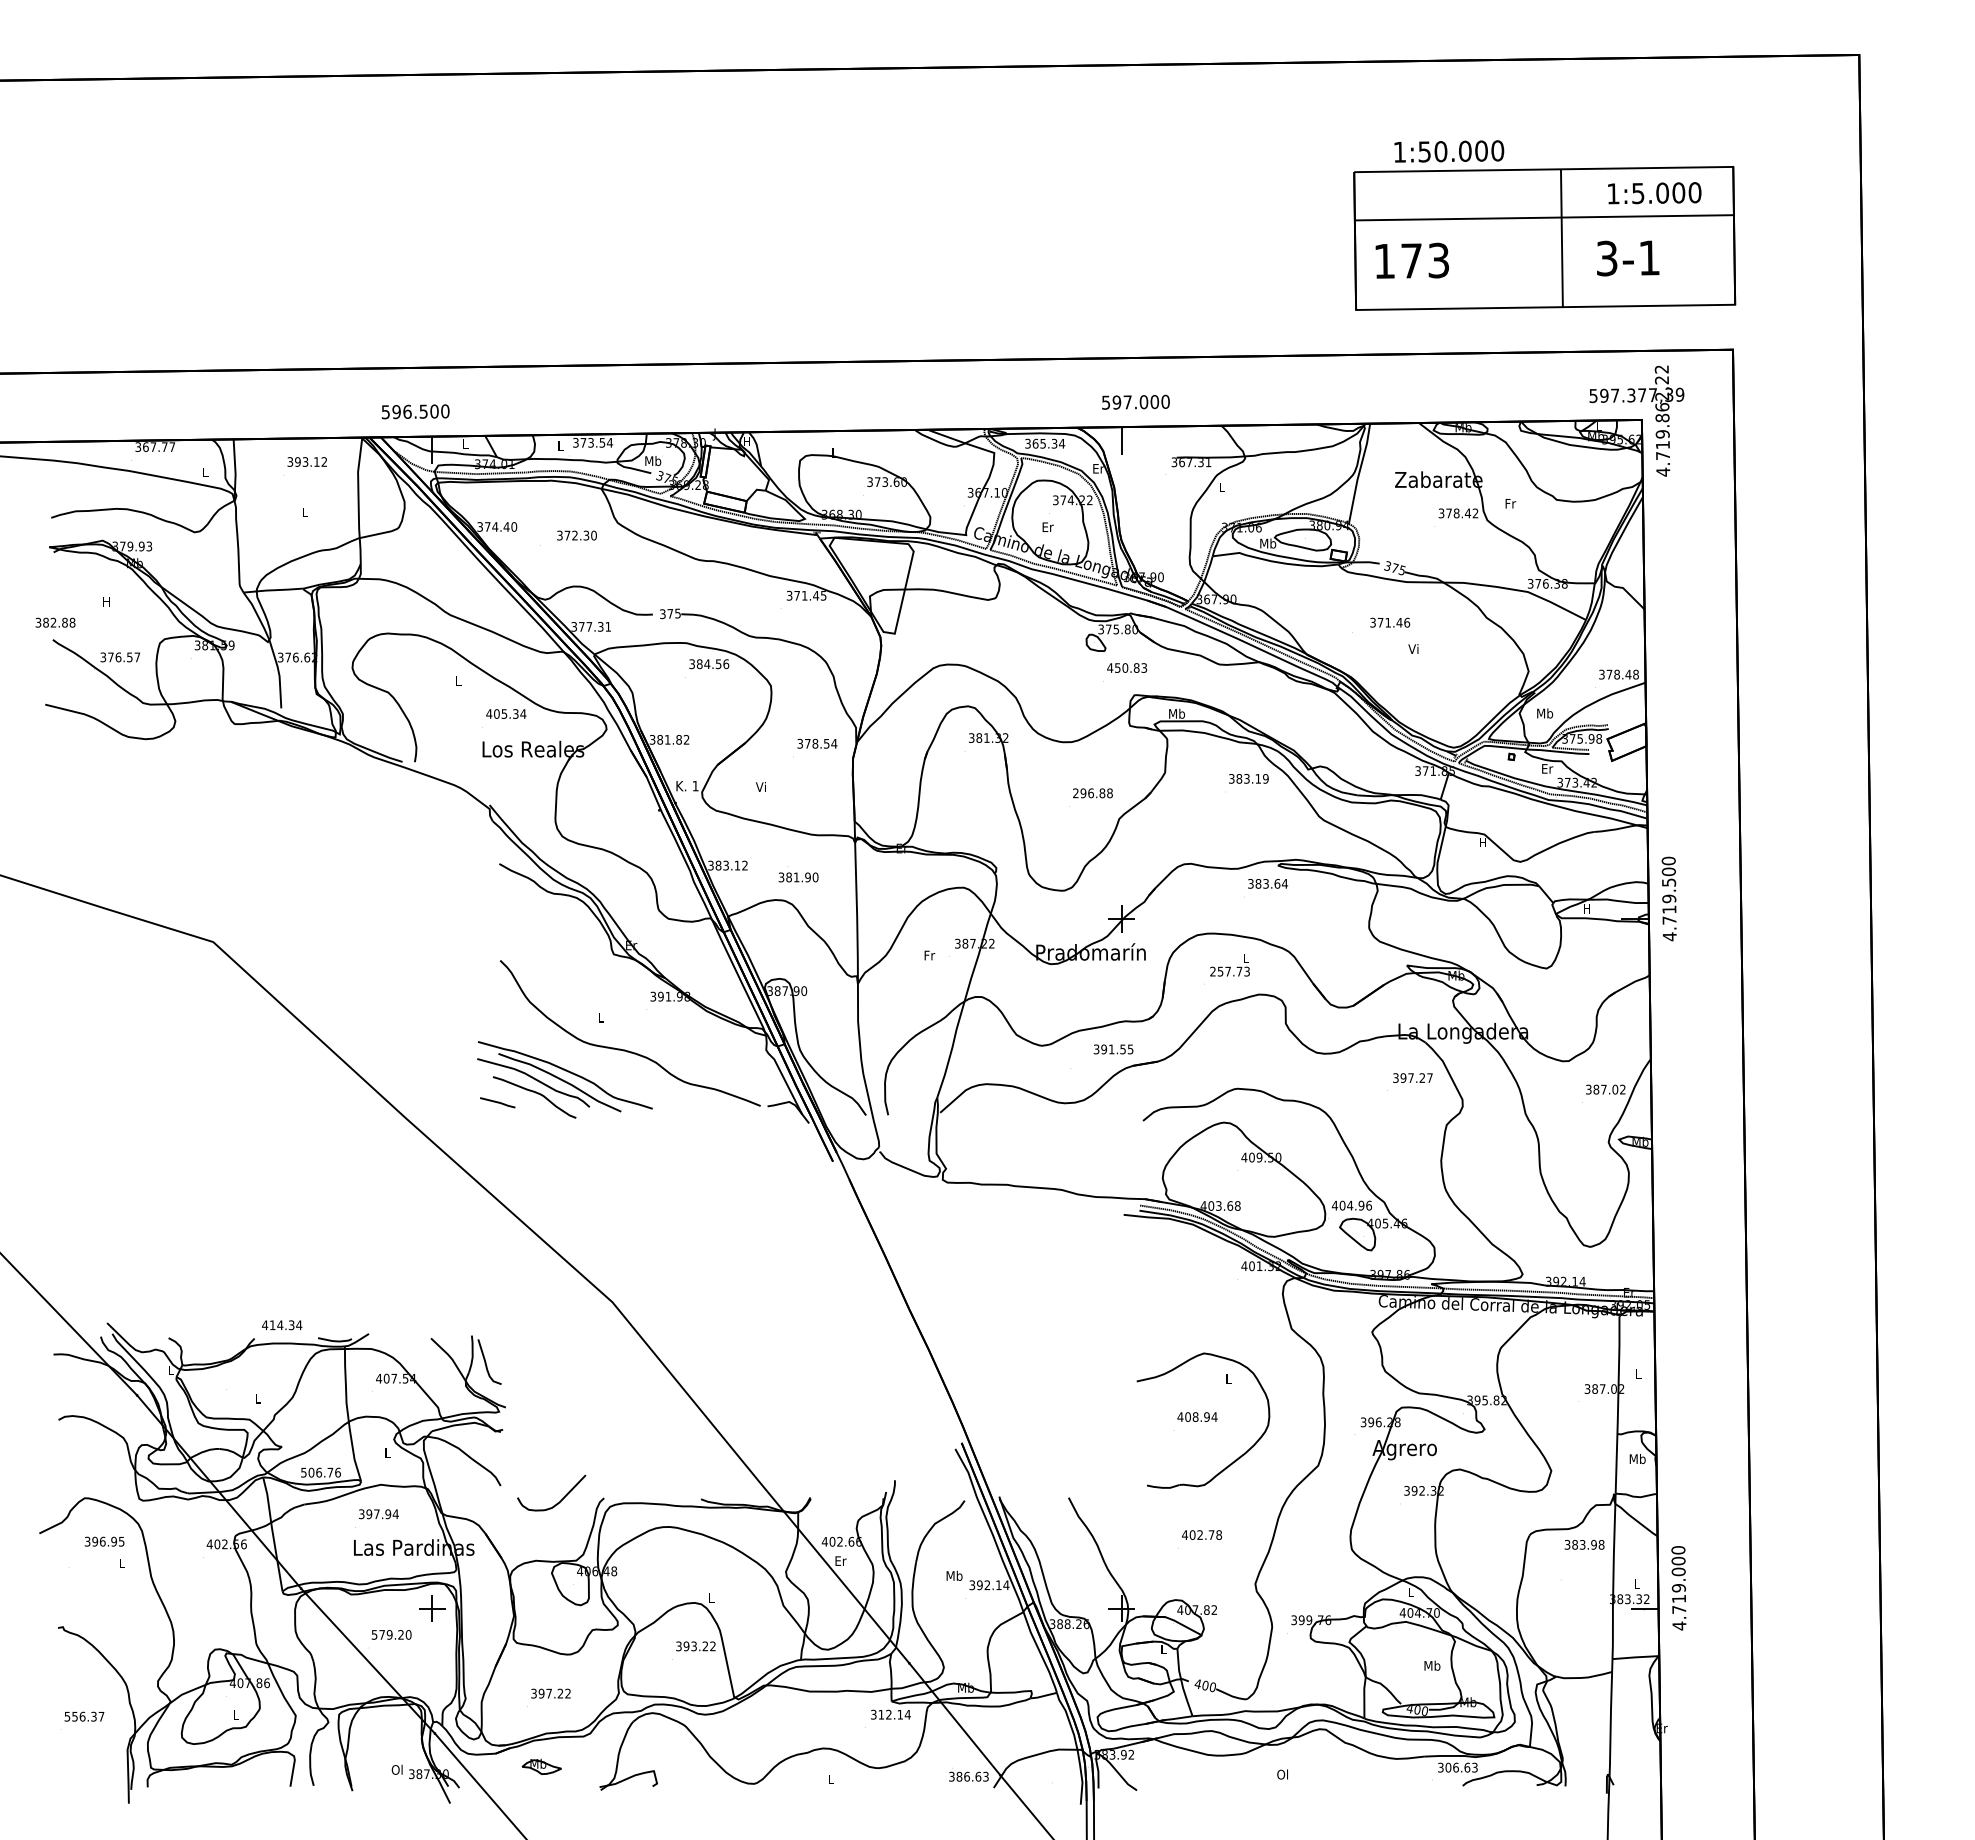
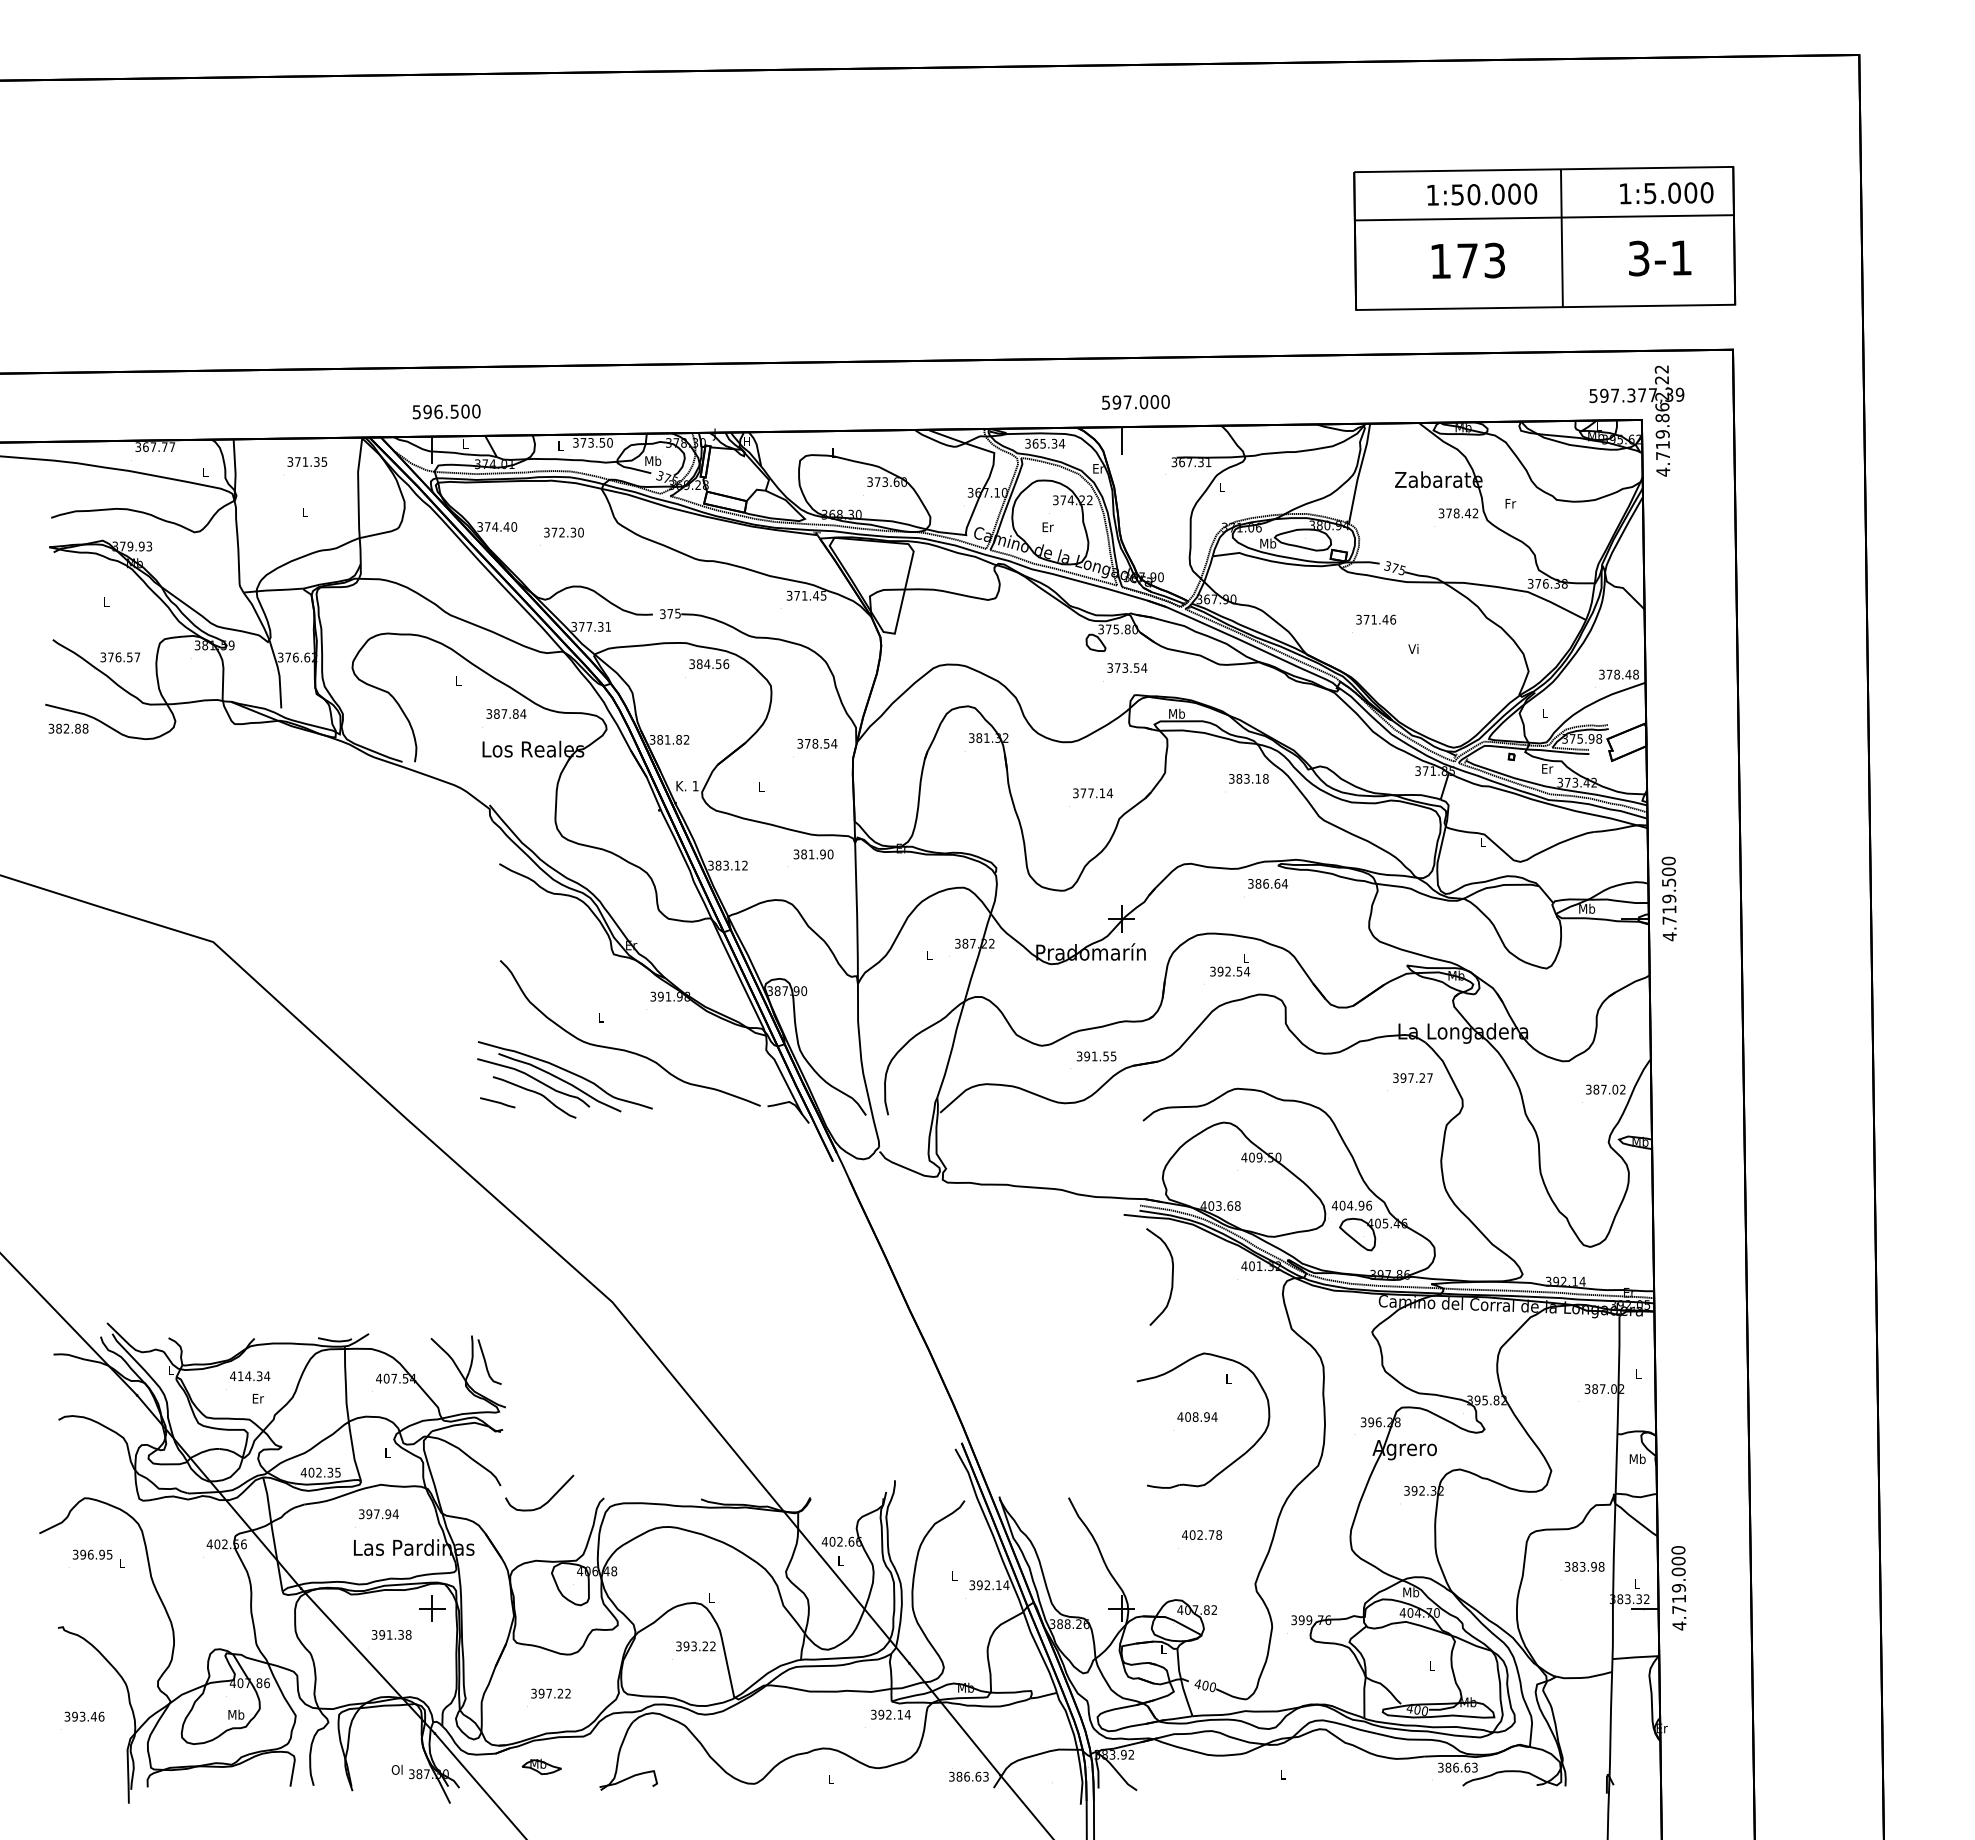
text at (1449, 151) position: (1449, 151) -> (1482, 194)
text at (1654, 193) position: (1654, 193) -> (1666, 193)
text at (1628, 258) position: (1628, 258) -> (1660, 258)
text at (1411, 260) position: (1411, 260) -> (1467, 260)
text at (415, 411) position: (415, 411) -> (446, 411)
text at (609, 442): 373.54 -> 373.50
text at (311, 461): 393.12 -> 371.35
text at (576, 535) position: (576, 535) -> (563, 532)
text at (106, 601): H -> L
text at (55, 622) position: (55, 622) -> (68, 728)
text at (1390, 622) position: (1390, 622) -> (1376, 619)
text at (1127, 667): 450.83 -> 373.54
text at (502, 713): 405.34 -> 387.84
text at (1545, 713): Mb -> L
text at (1265, 778): 383.19 -> 383.18
text at (760, 786): Vi -> L
text at (1093, 793): 296.88 -> 377.14
text at (1482, 842): H -> L
text at (798, 877) position: (798, 877) -> (813, 854)
text at (1266, 883): 383.64 -> 386.64
text at (1587, 908): H -> Mb
text at (929, 955): Fr -> L
text at (1230, 971): 257.73 -> 392.54
text at (1113, 1049) position: (1113, 1049) -> (1096, 1056)
curve at (1171, 1276): none -> present
text at (282, 1325) position: (282, 1325) -> (250, 1376)
text at (257, 1398): L -> Er
text at (320, 1472): 506.76 -> 402.35
curve at (557, 1502) position: (557, 1502) -> (545, 1502)
text at (104, 1541) position: (104, 1541) -> (92, 1554)
text at (1584, 1544) position: (1584, 1544) -> (1584, 1566)
text at (840, 1560): Er -> L
text at (954, 1575): Mb -> L
text at (1411, 1592): L -> Mb
text at (391, 1634): 579.20 -> 391.38
text at (1432, 1665): Mb -> L
text at (236, 1714): L -> Mb
text at (881, 1714): 312.14 -> 392.14
text at (84, 1716): 556.37 -> 393.46
text at (1448, 1767): 306.63 -> 386.63
text at (1282, 1774): Ol -> L
